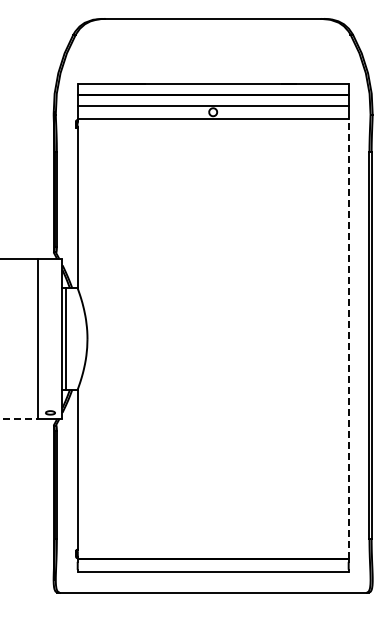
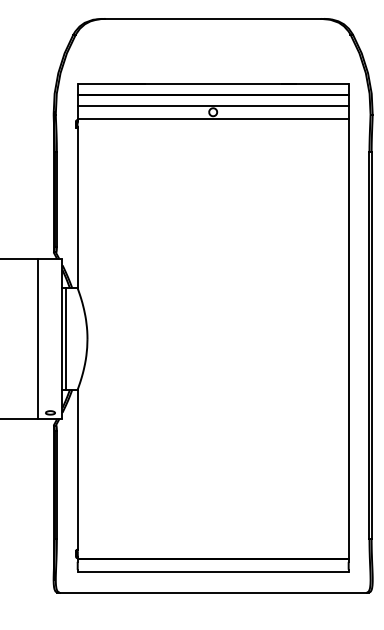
line at (348, 338): dashed -> solid
line at (19, 419): dashed -> solid
